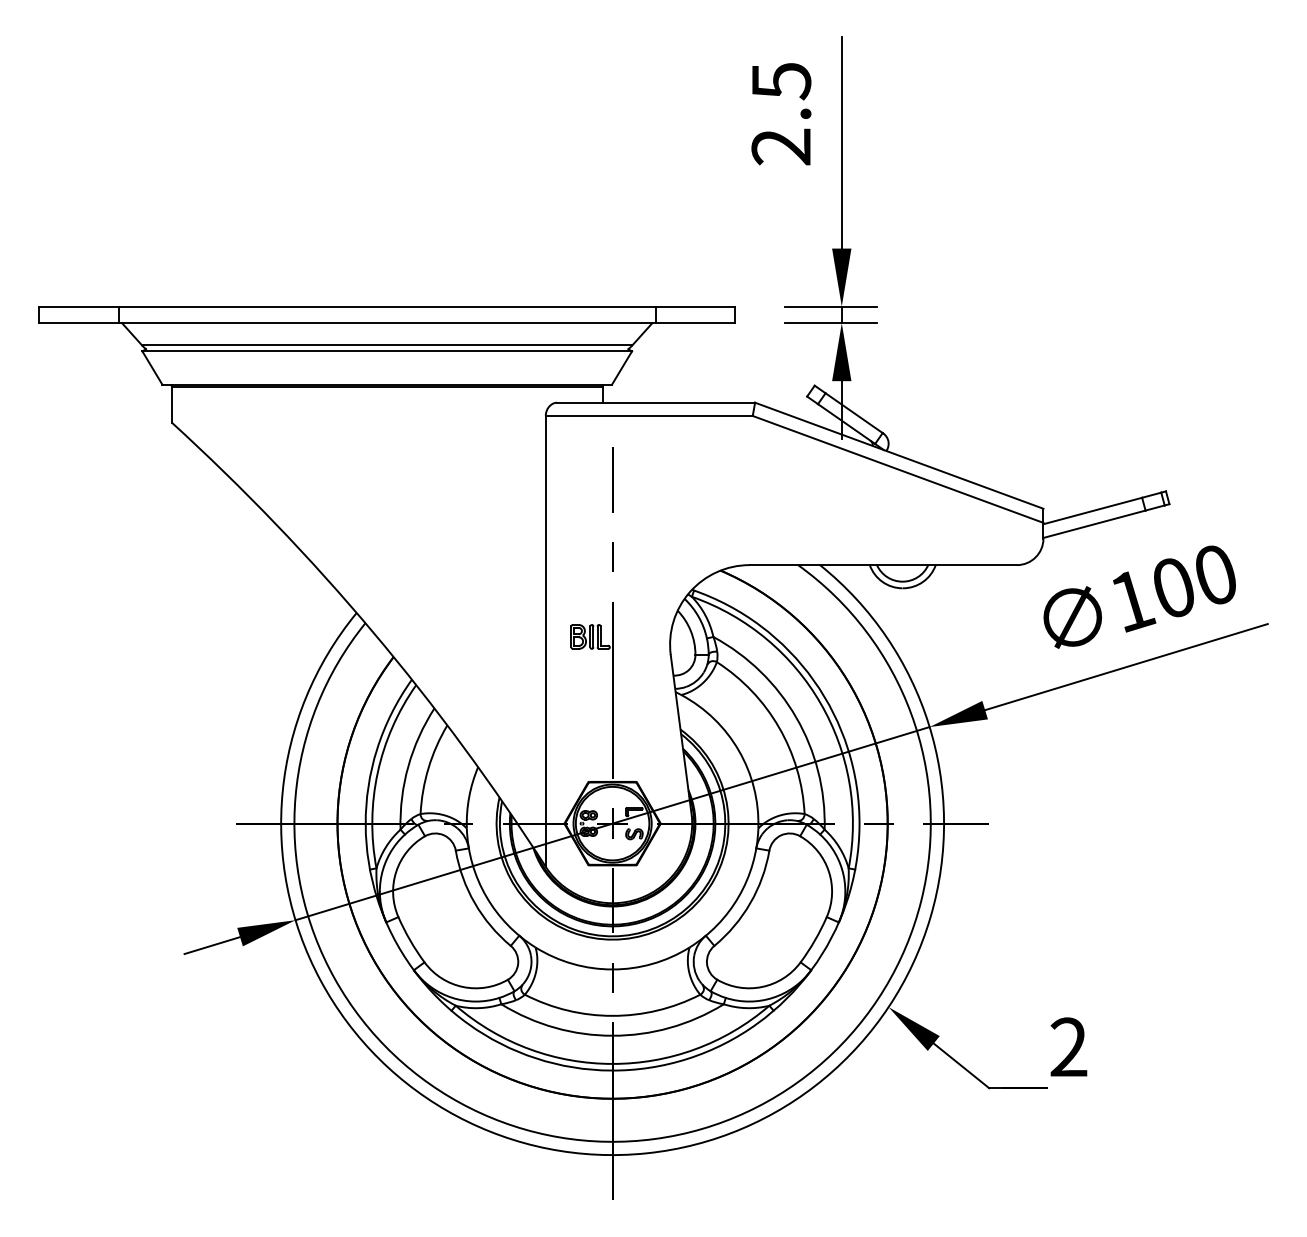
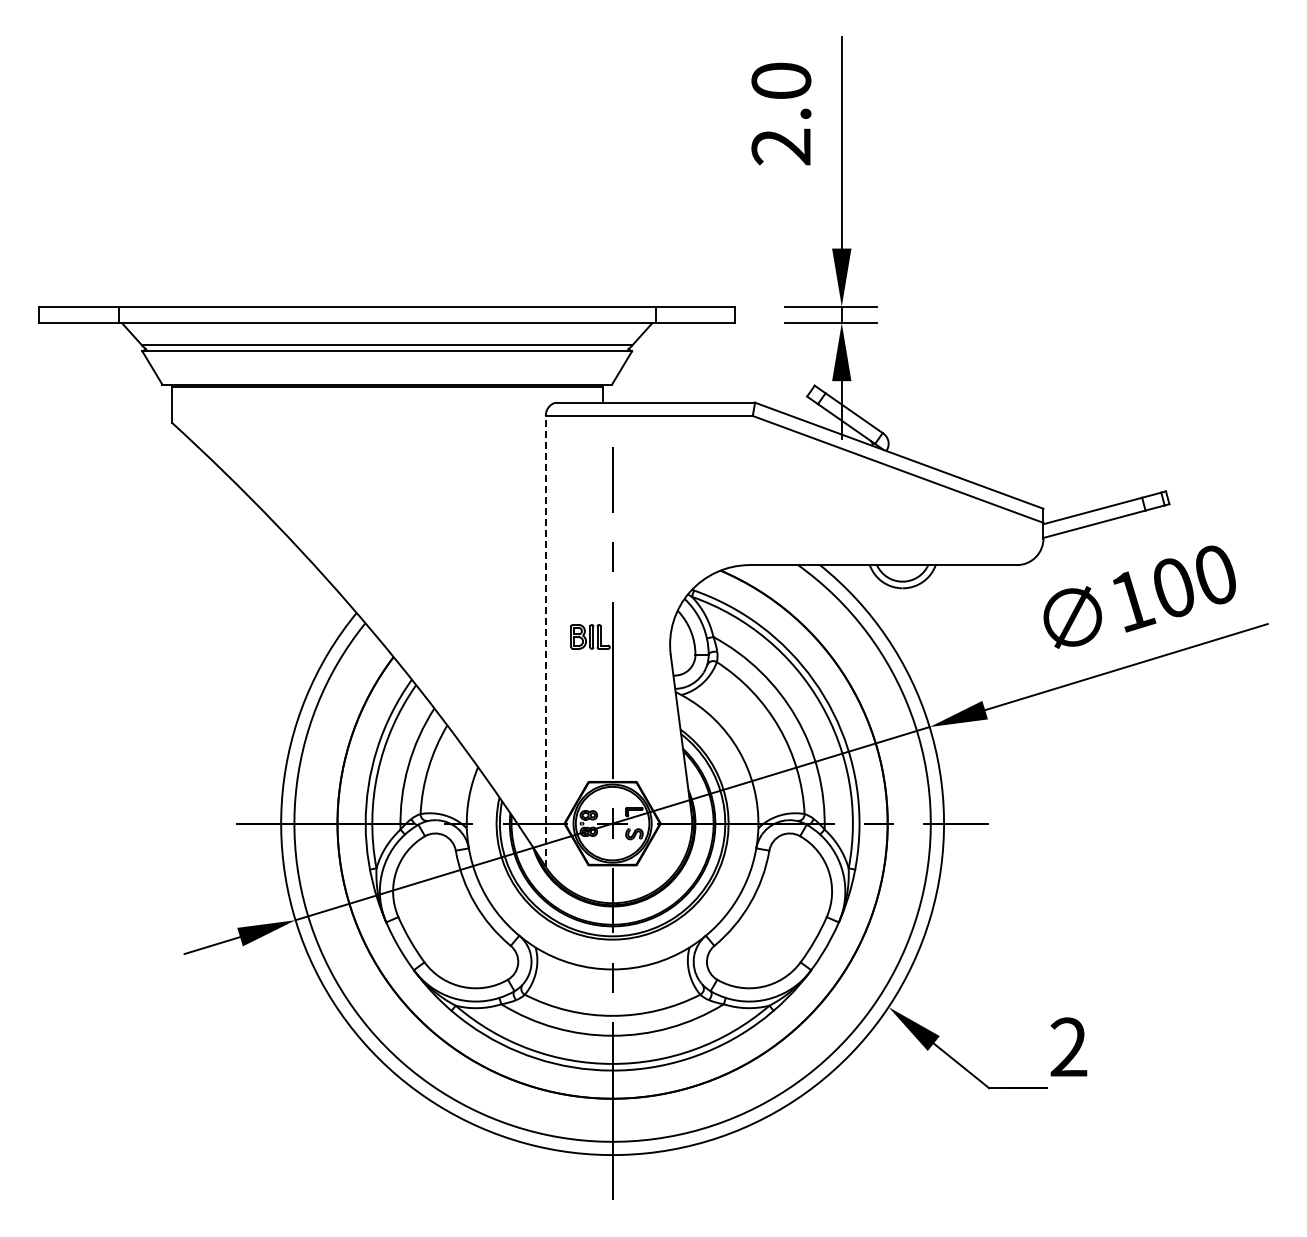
text at (781, 81): 2.5 -> 2.0
line at (545, 640): solid -> dashed
